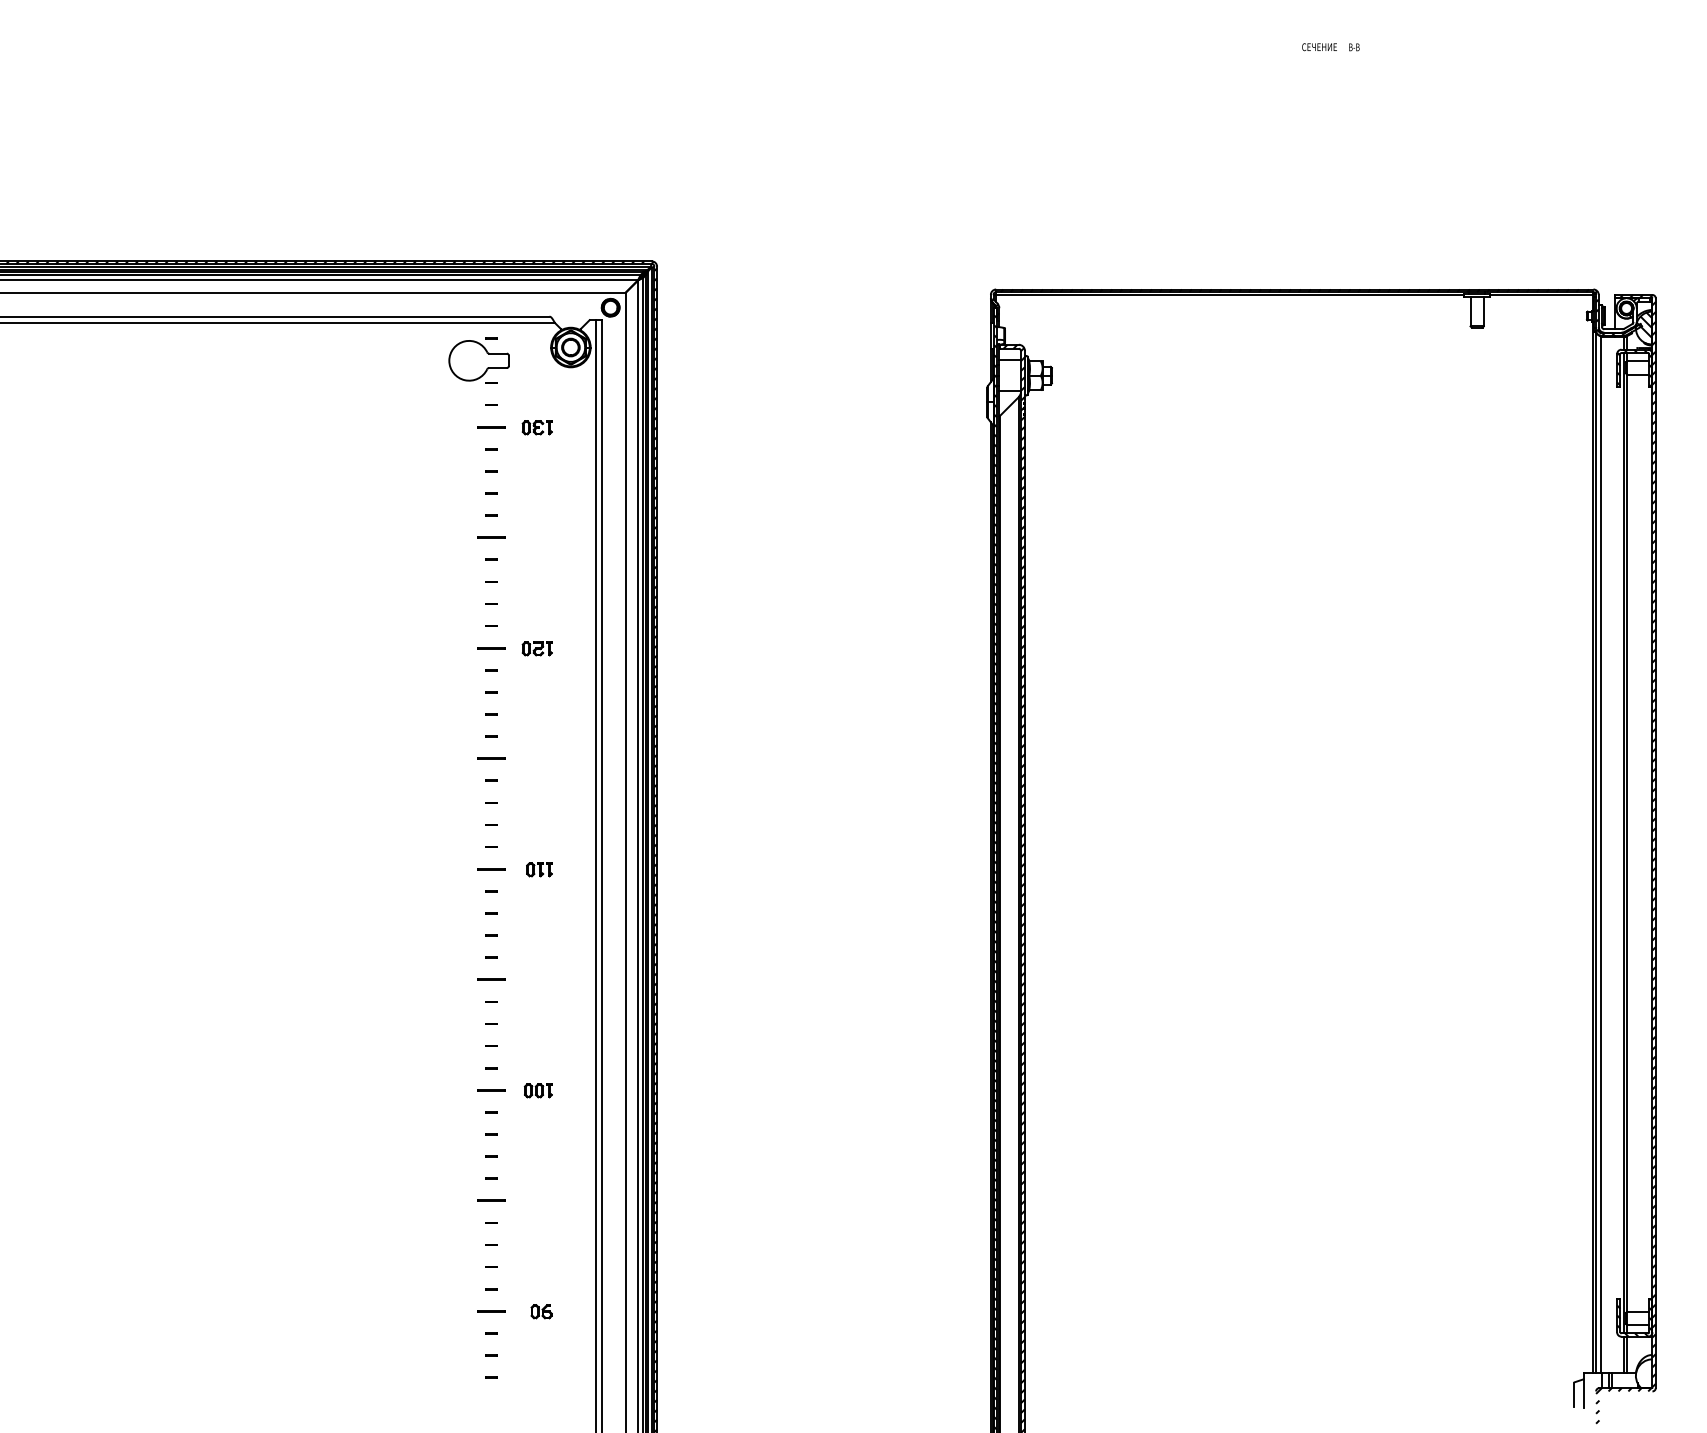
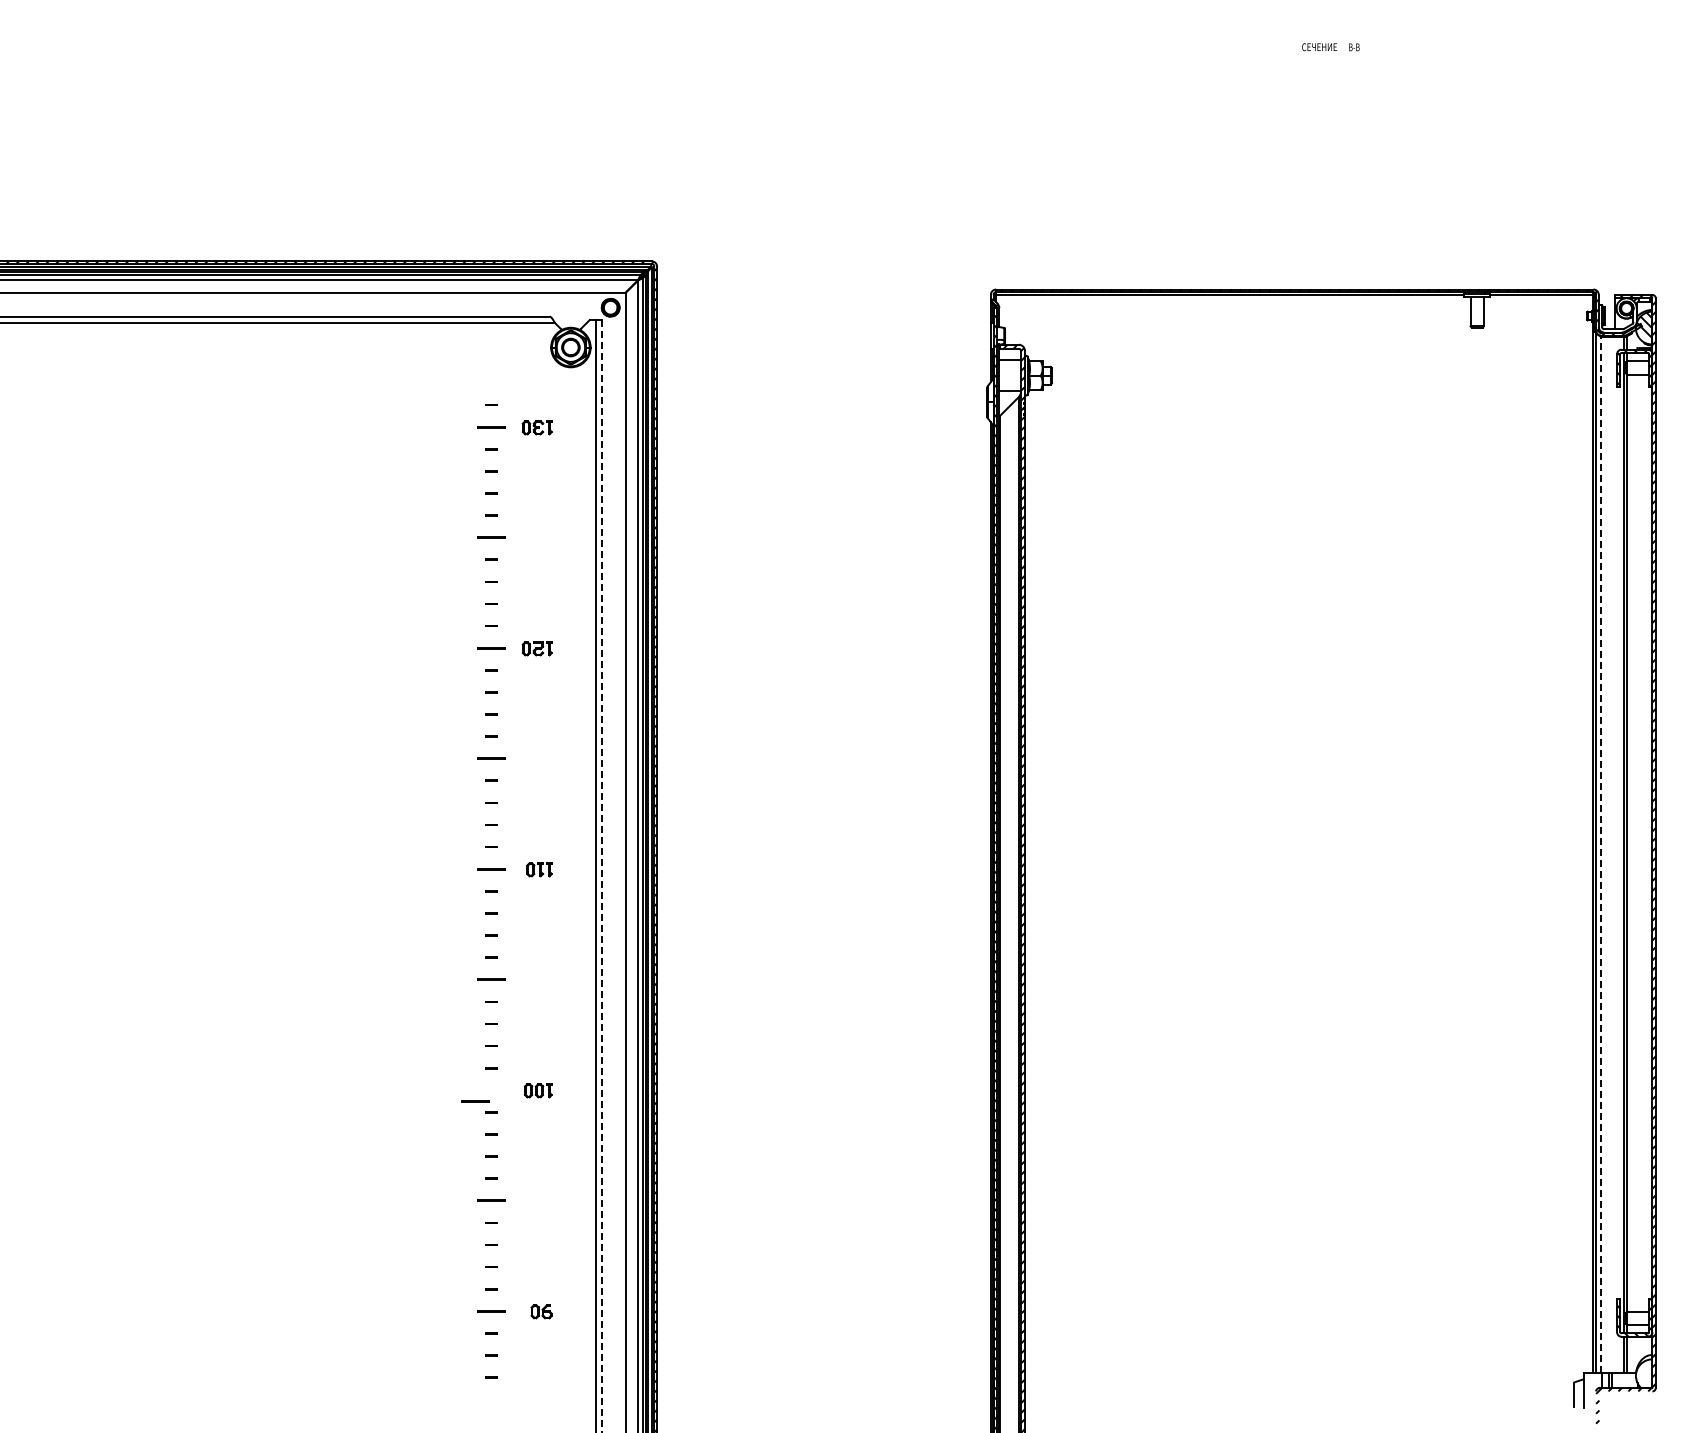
part at (478, 360): present -> none
line at (1601, 854): solid -> dashed
line at (601, 876): solid -> dashed
line at (491, 1090) position: (491, 1090) -> (475, 1101)
